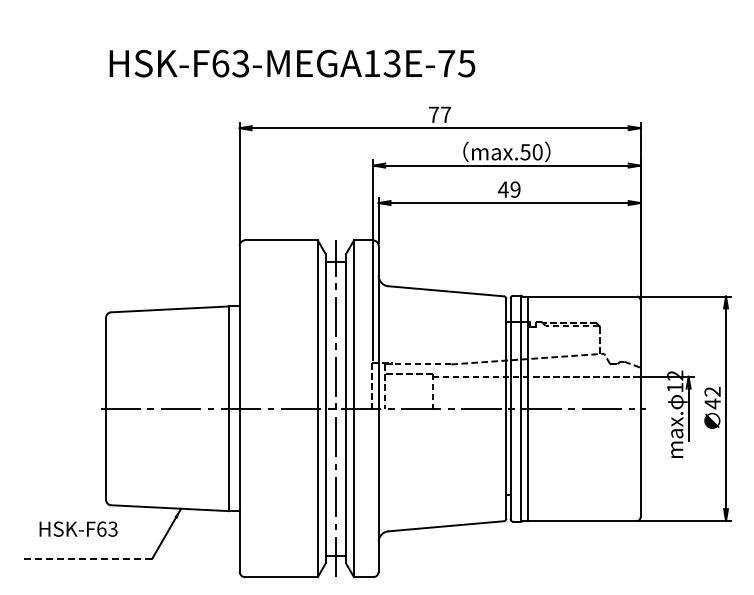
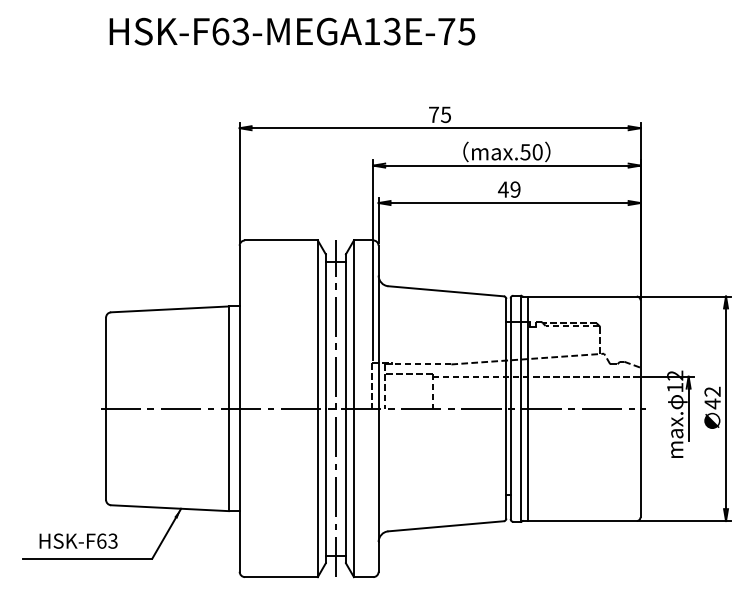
text at (292, 63) position: (292, 63) -> (292, 31)
text at (446, 114): 77 -> 75
text at (78, 528) position: (78, 528) -> (78, 540)
line at (87, 558): dashed -> solid
